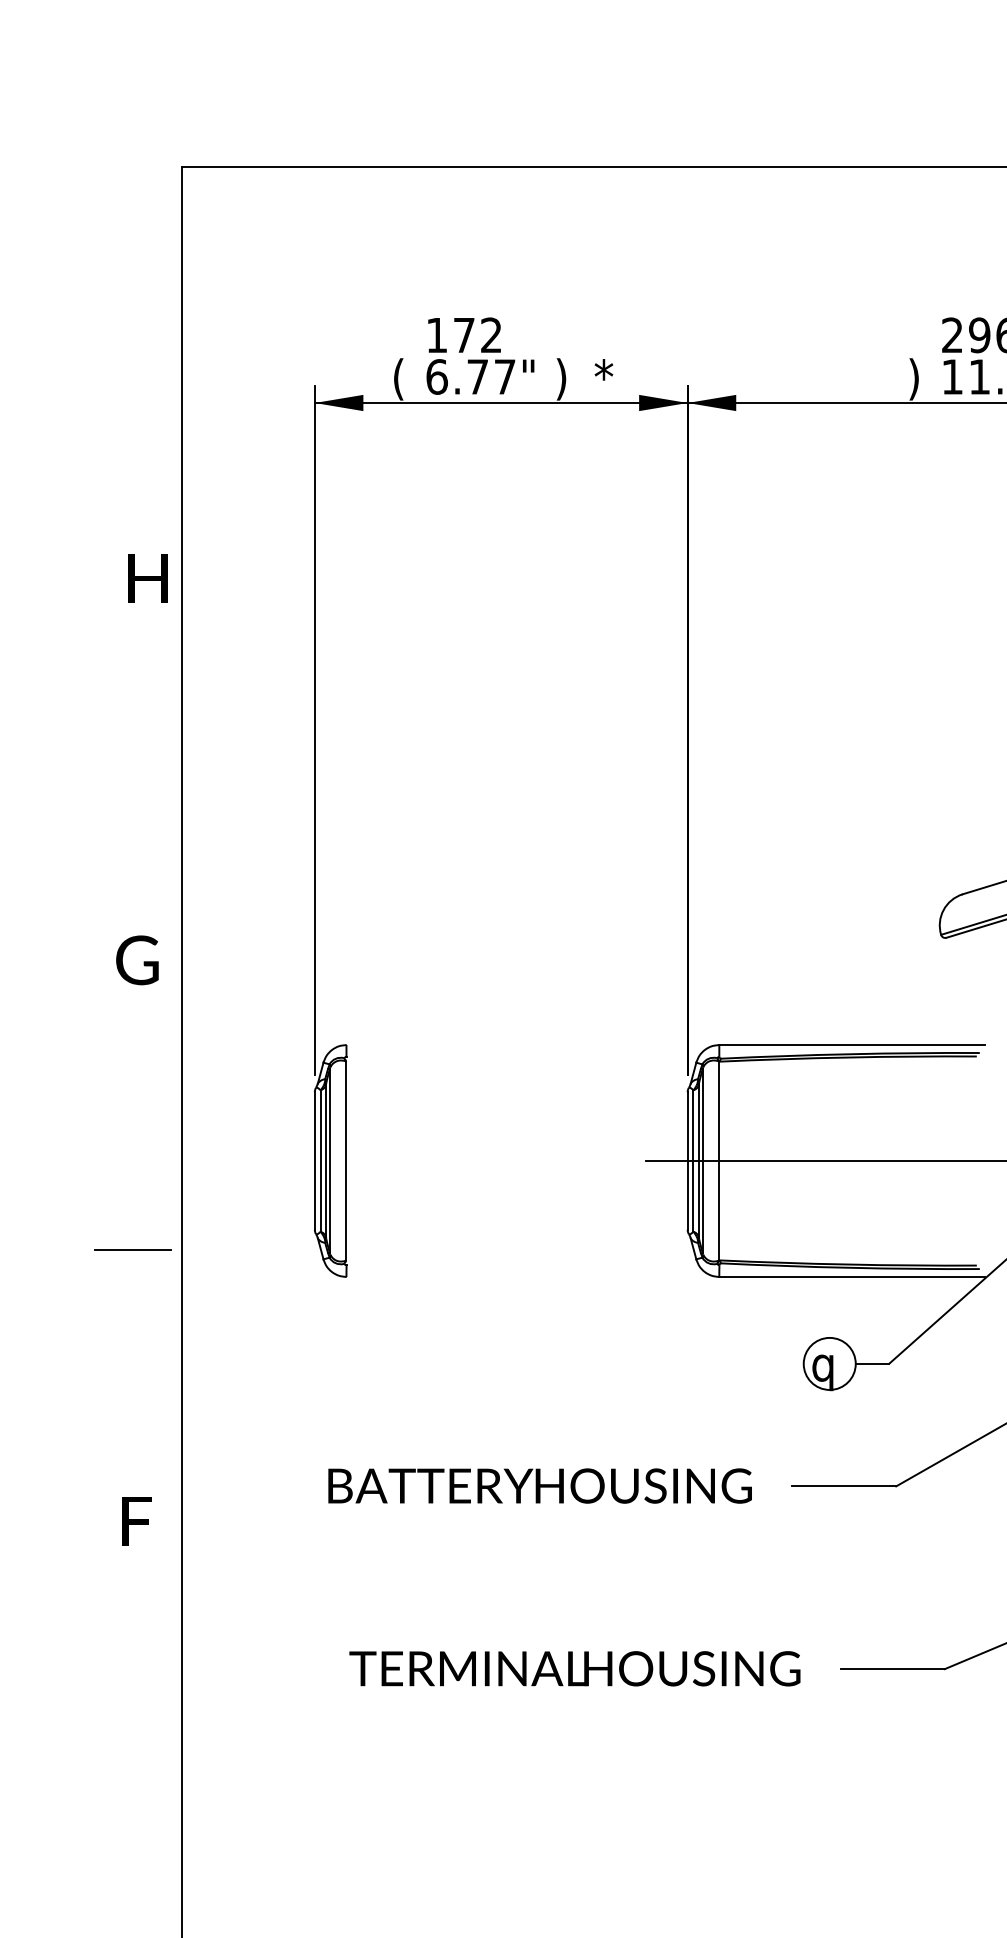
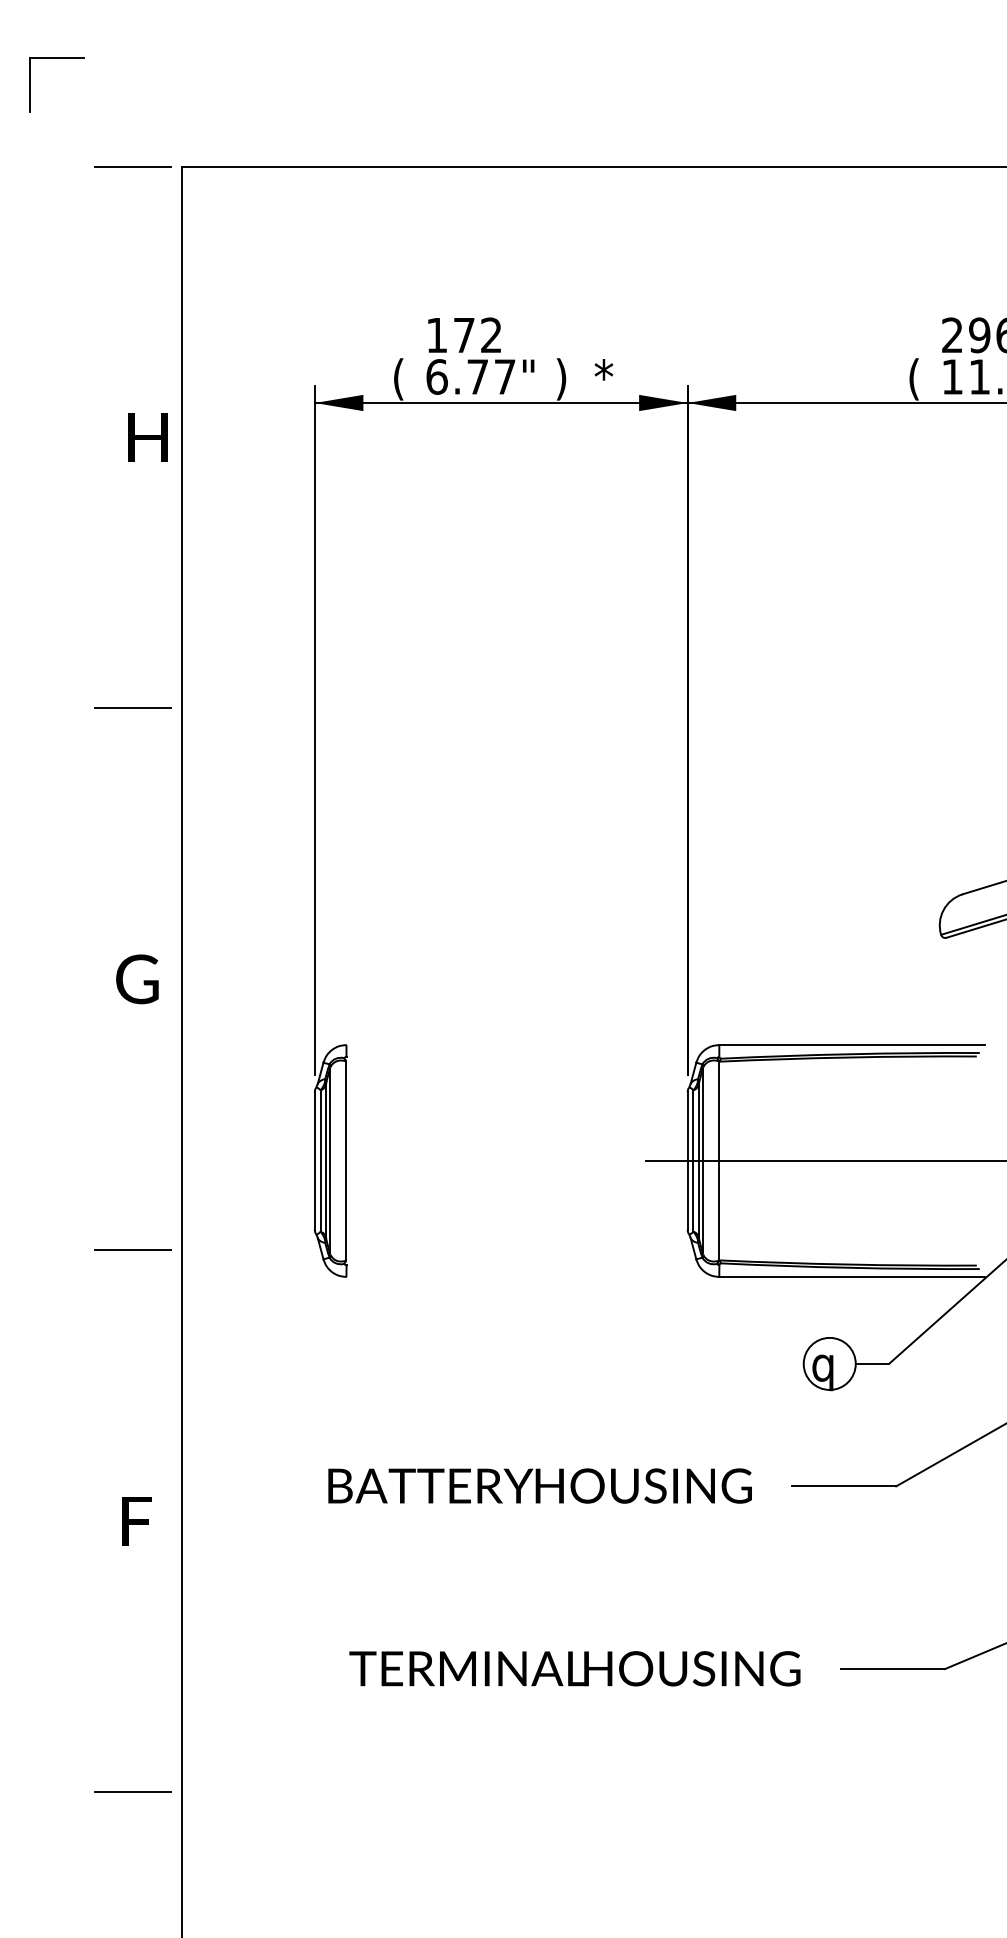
part at (56, 58): none -> present
line at (133, 166): none -> present
text at (913, 379): ) -> (
text at (147, 578) position: (147, 578) -> (147, 437)
line at (133, 708): none -> present
text at (137, 960) position: (137, 960) -> (137, 979)
line at (133, 1792): none -> present
